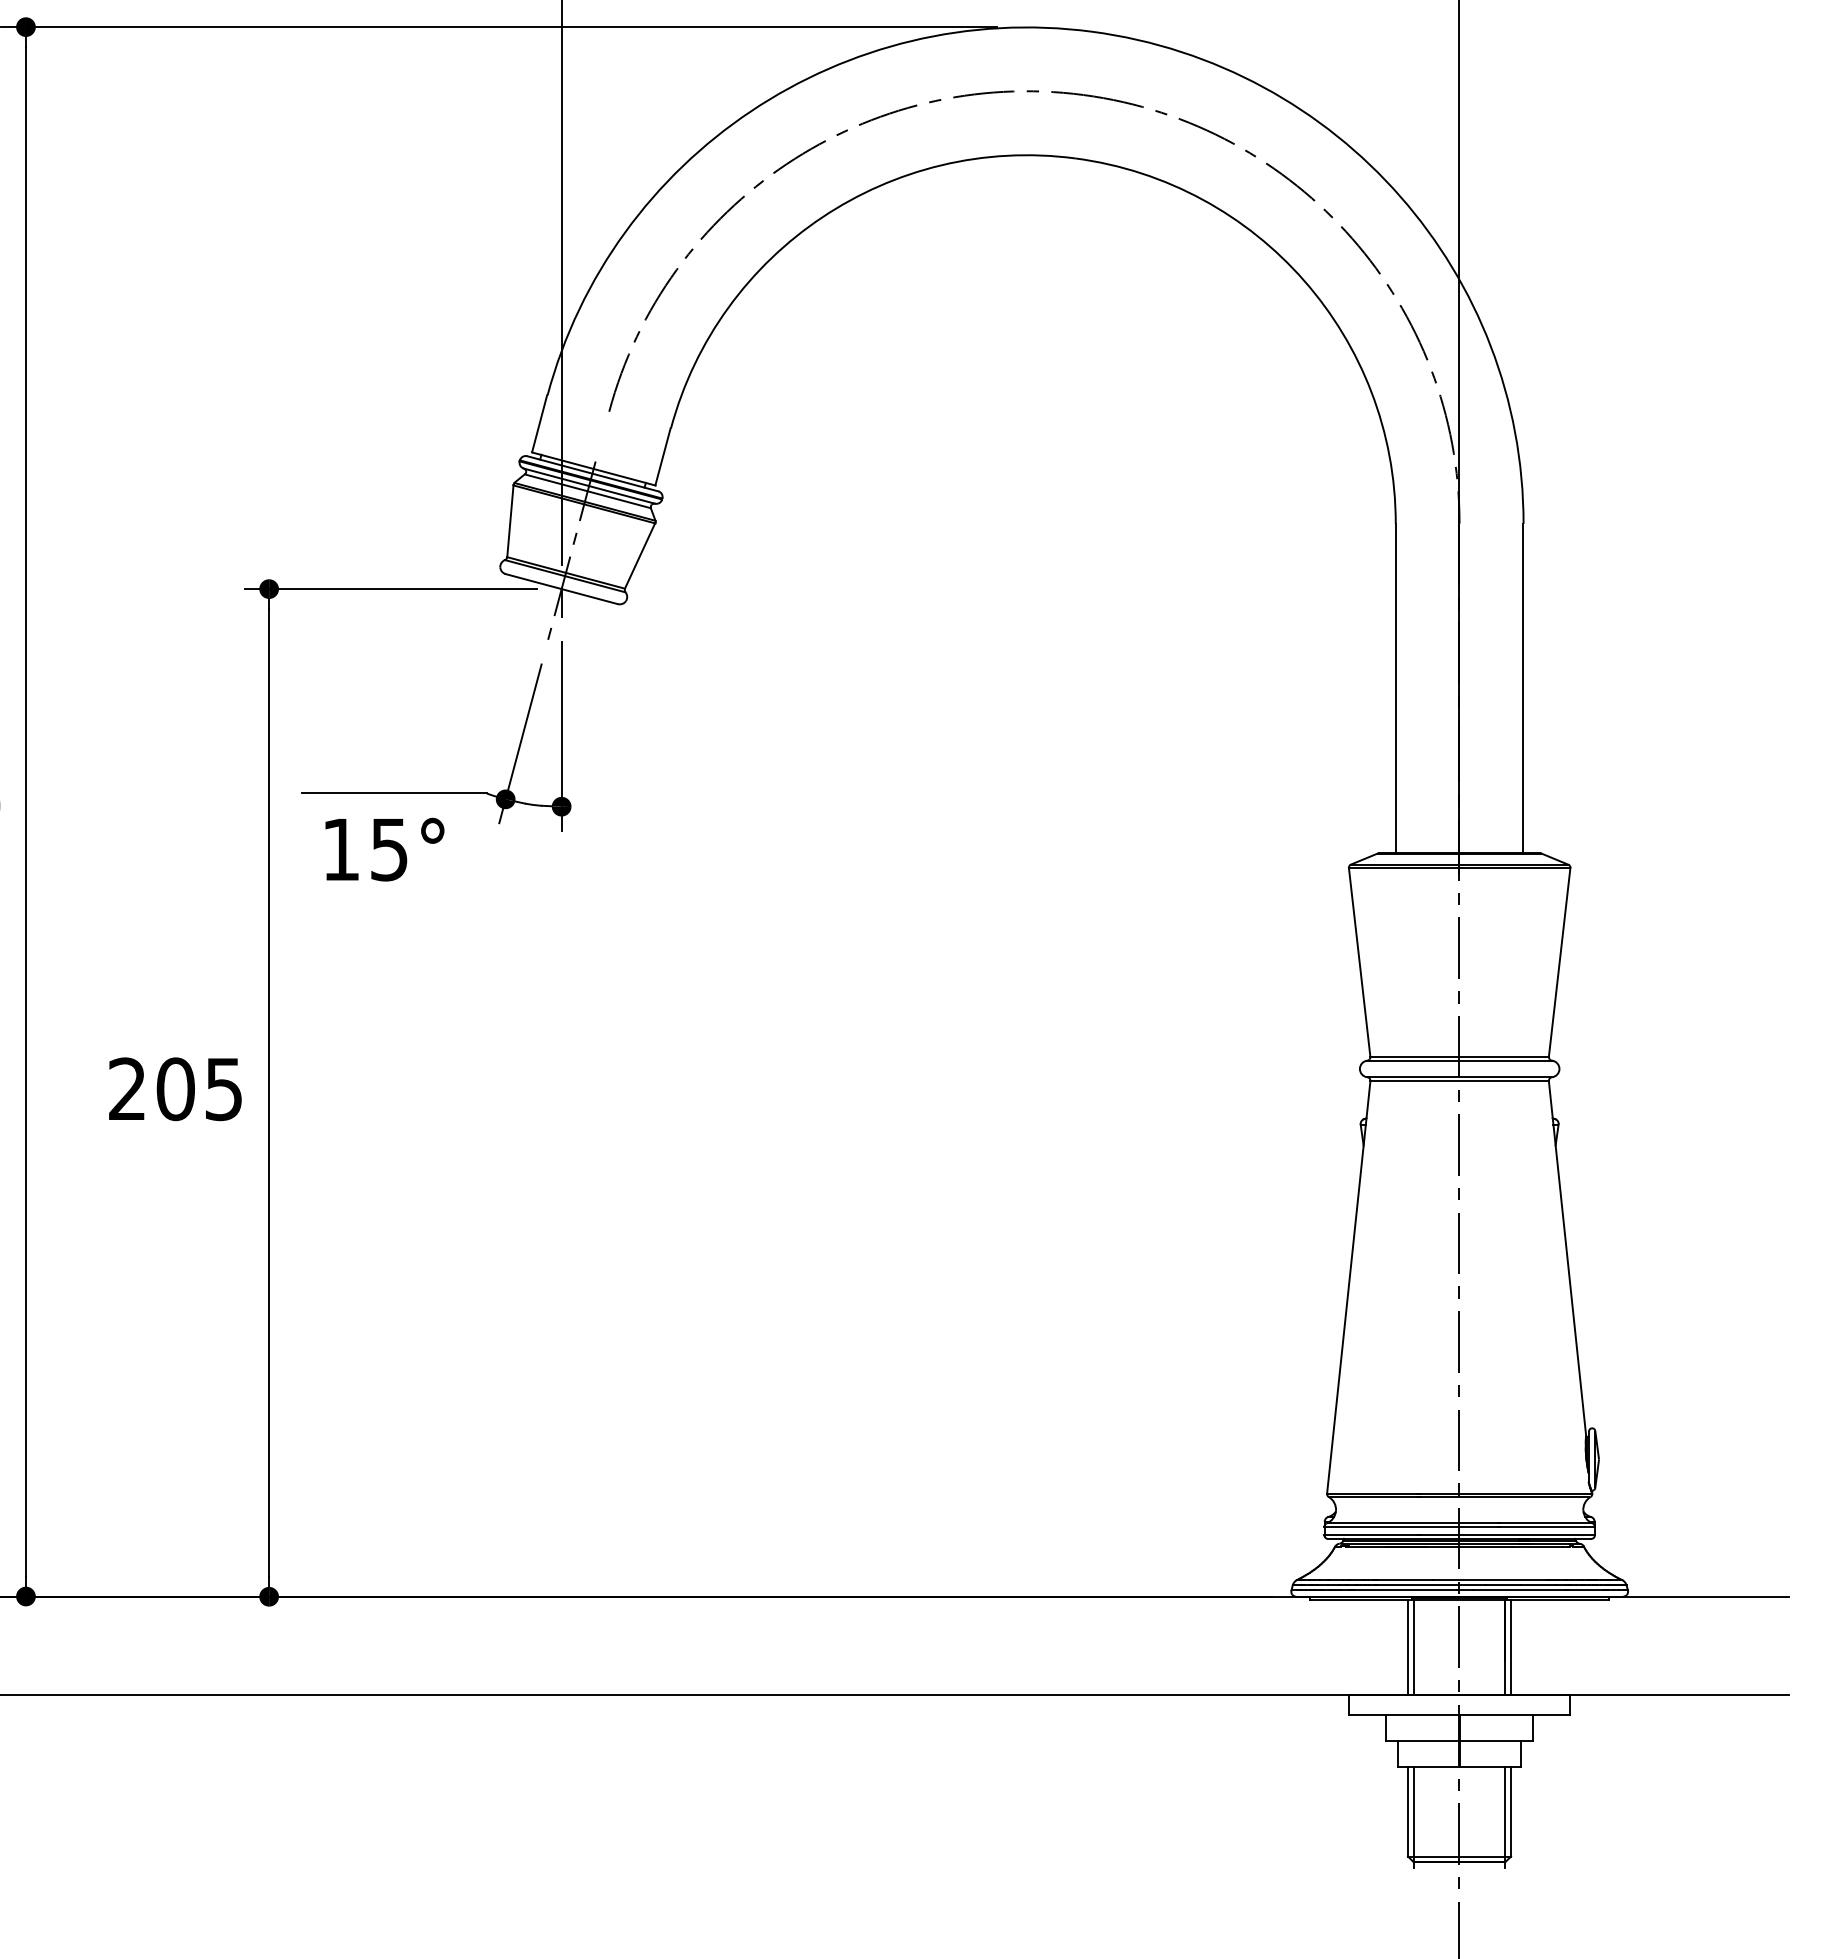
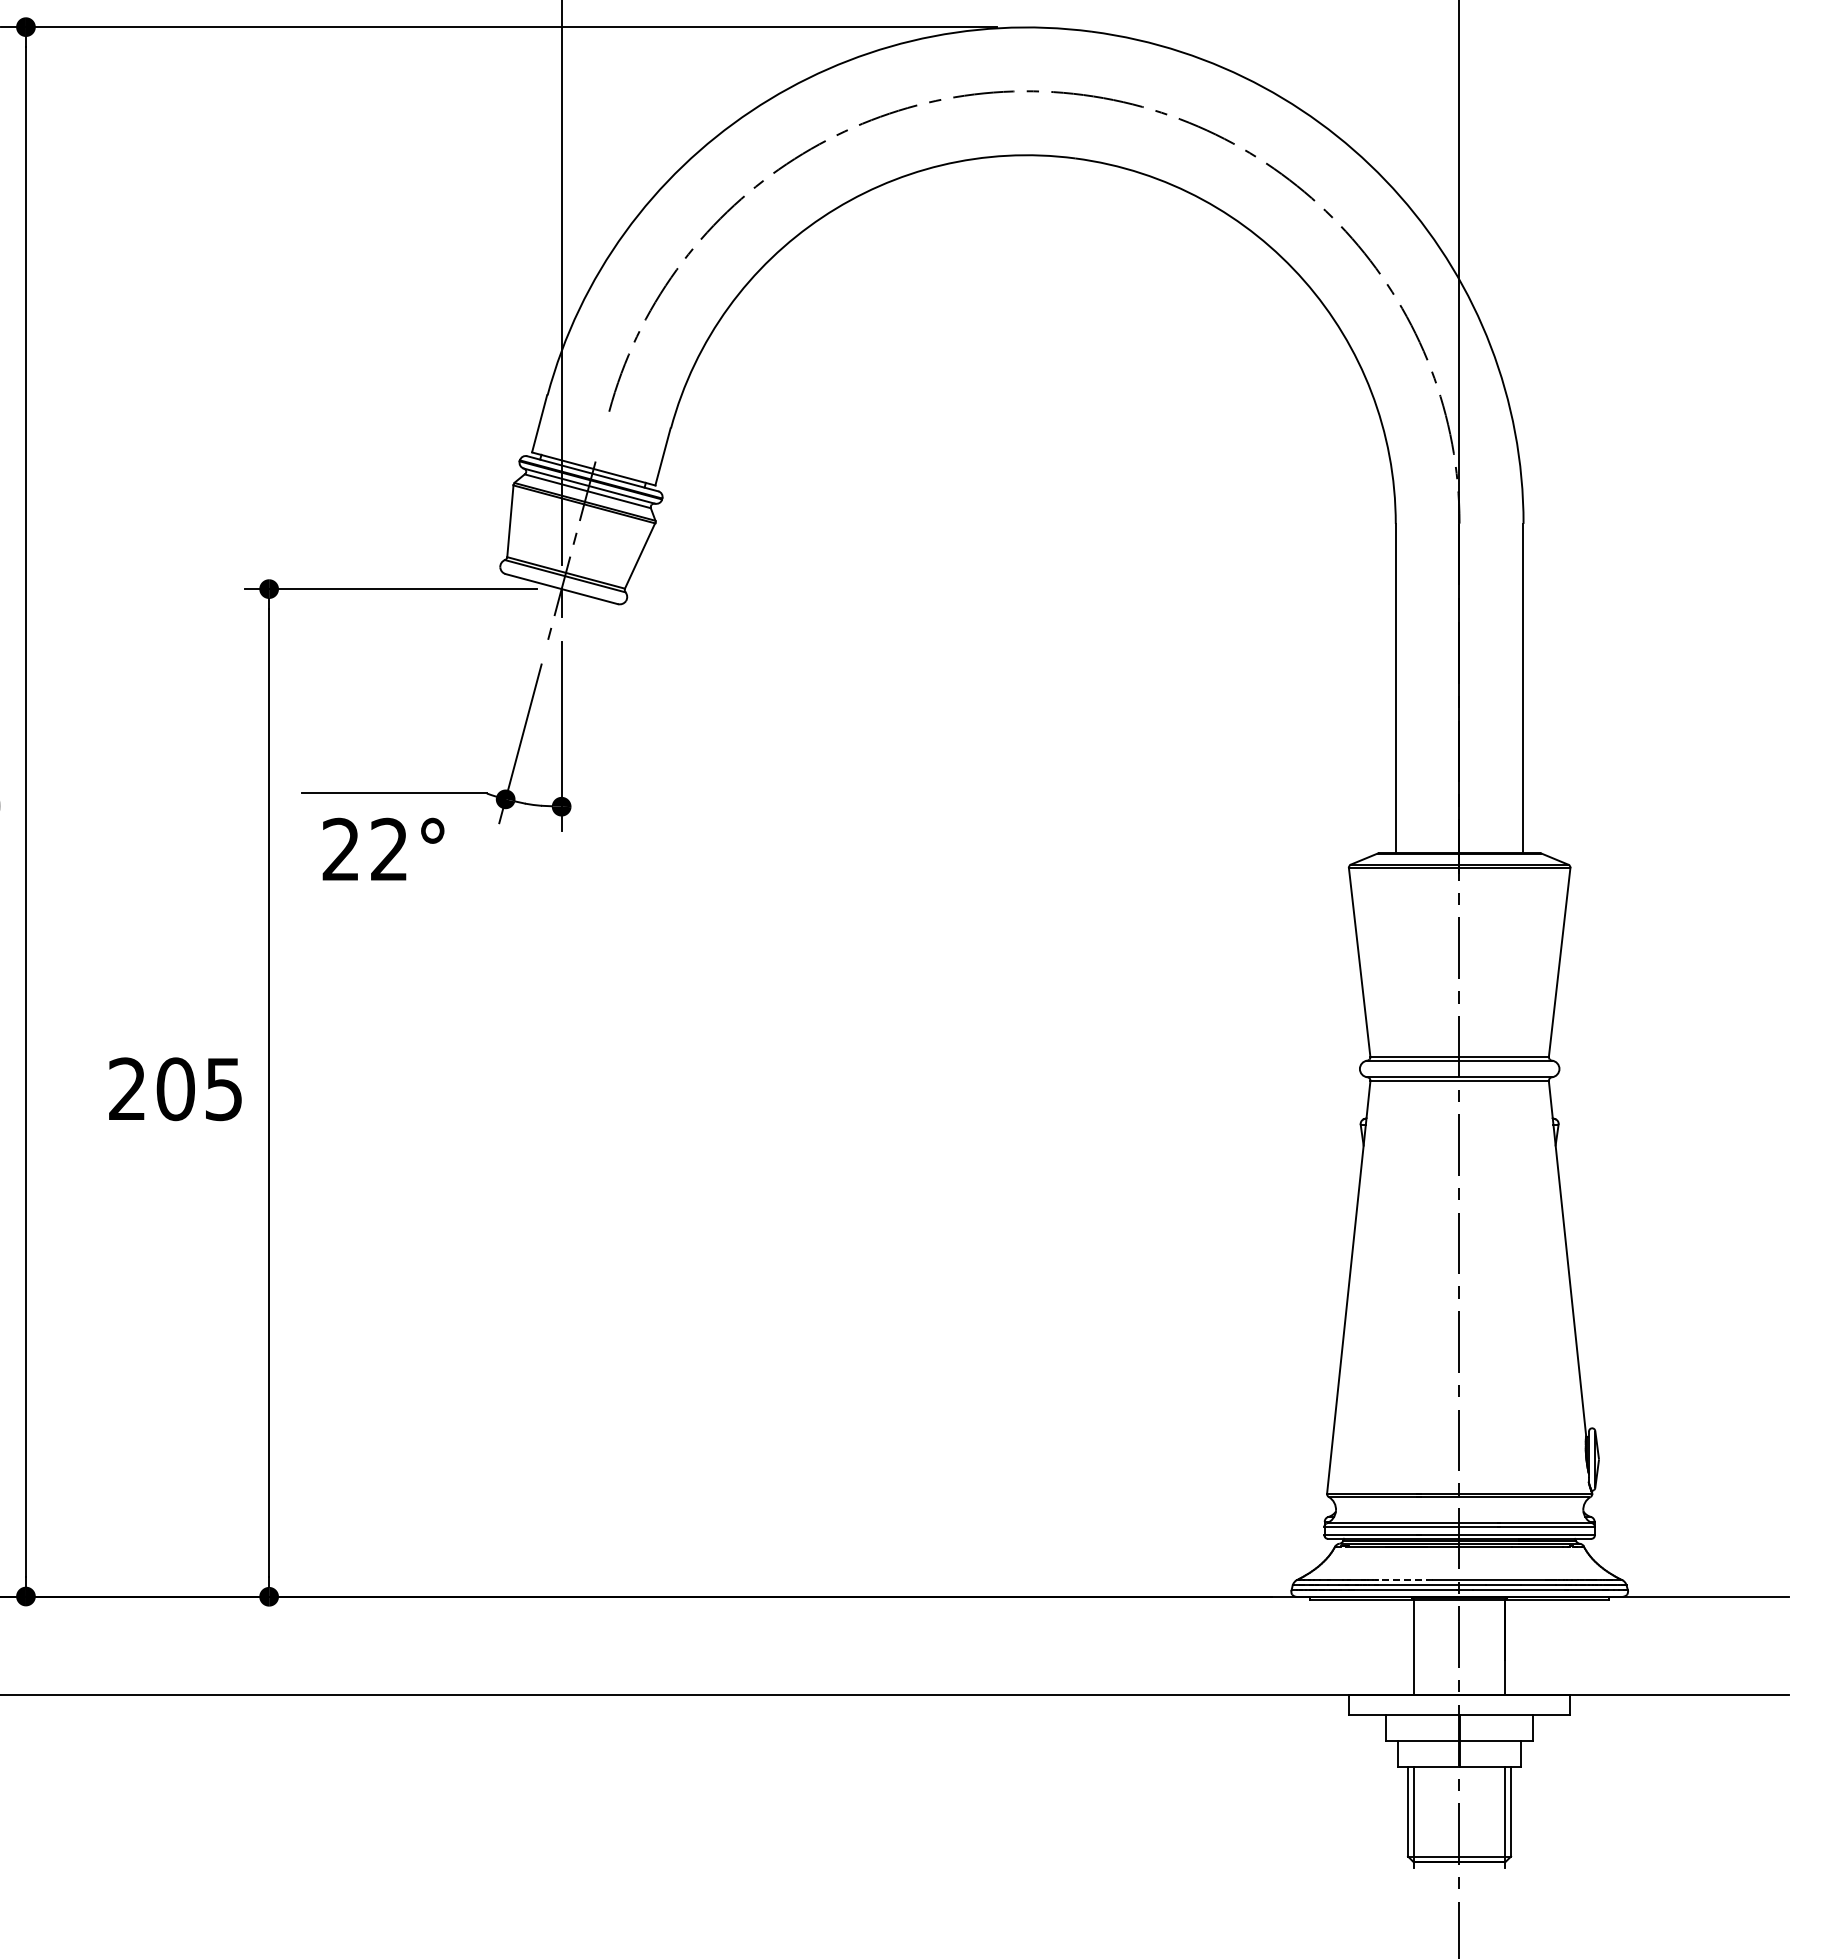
text at (364, 849): 15° -> 22°
line at (1403, 1580): solid -> dashed
line at (1408, 1647): present -> none
line at (1511, 1647): present -> none
